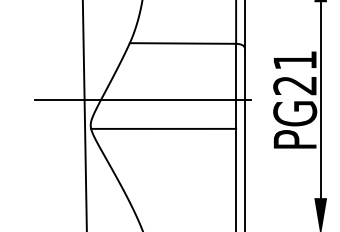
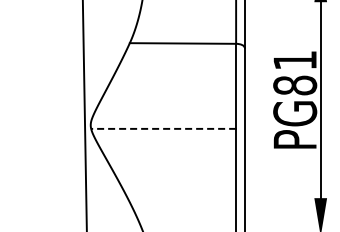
text at (295, 85): PG21 -> PG81
line at (143, 100): present -> none
line at (163, 128): solid -> dashed
